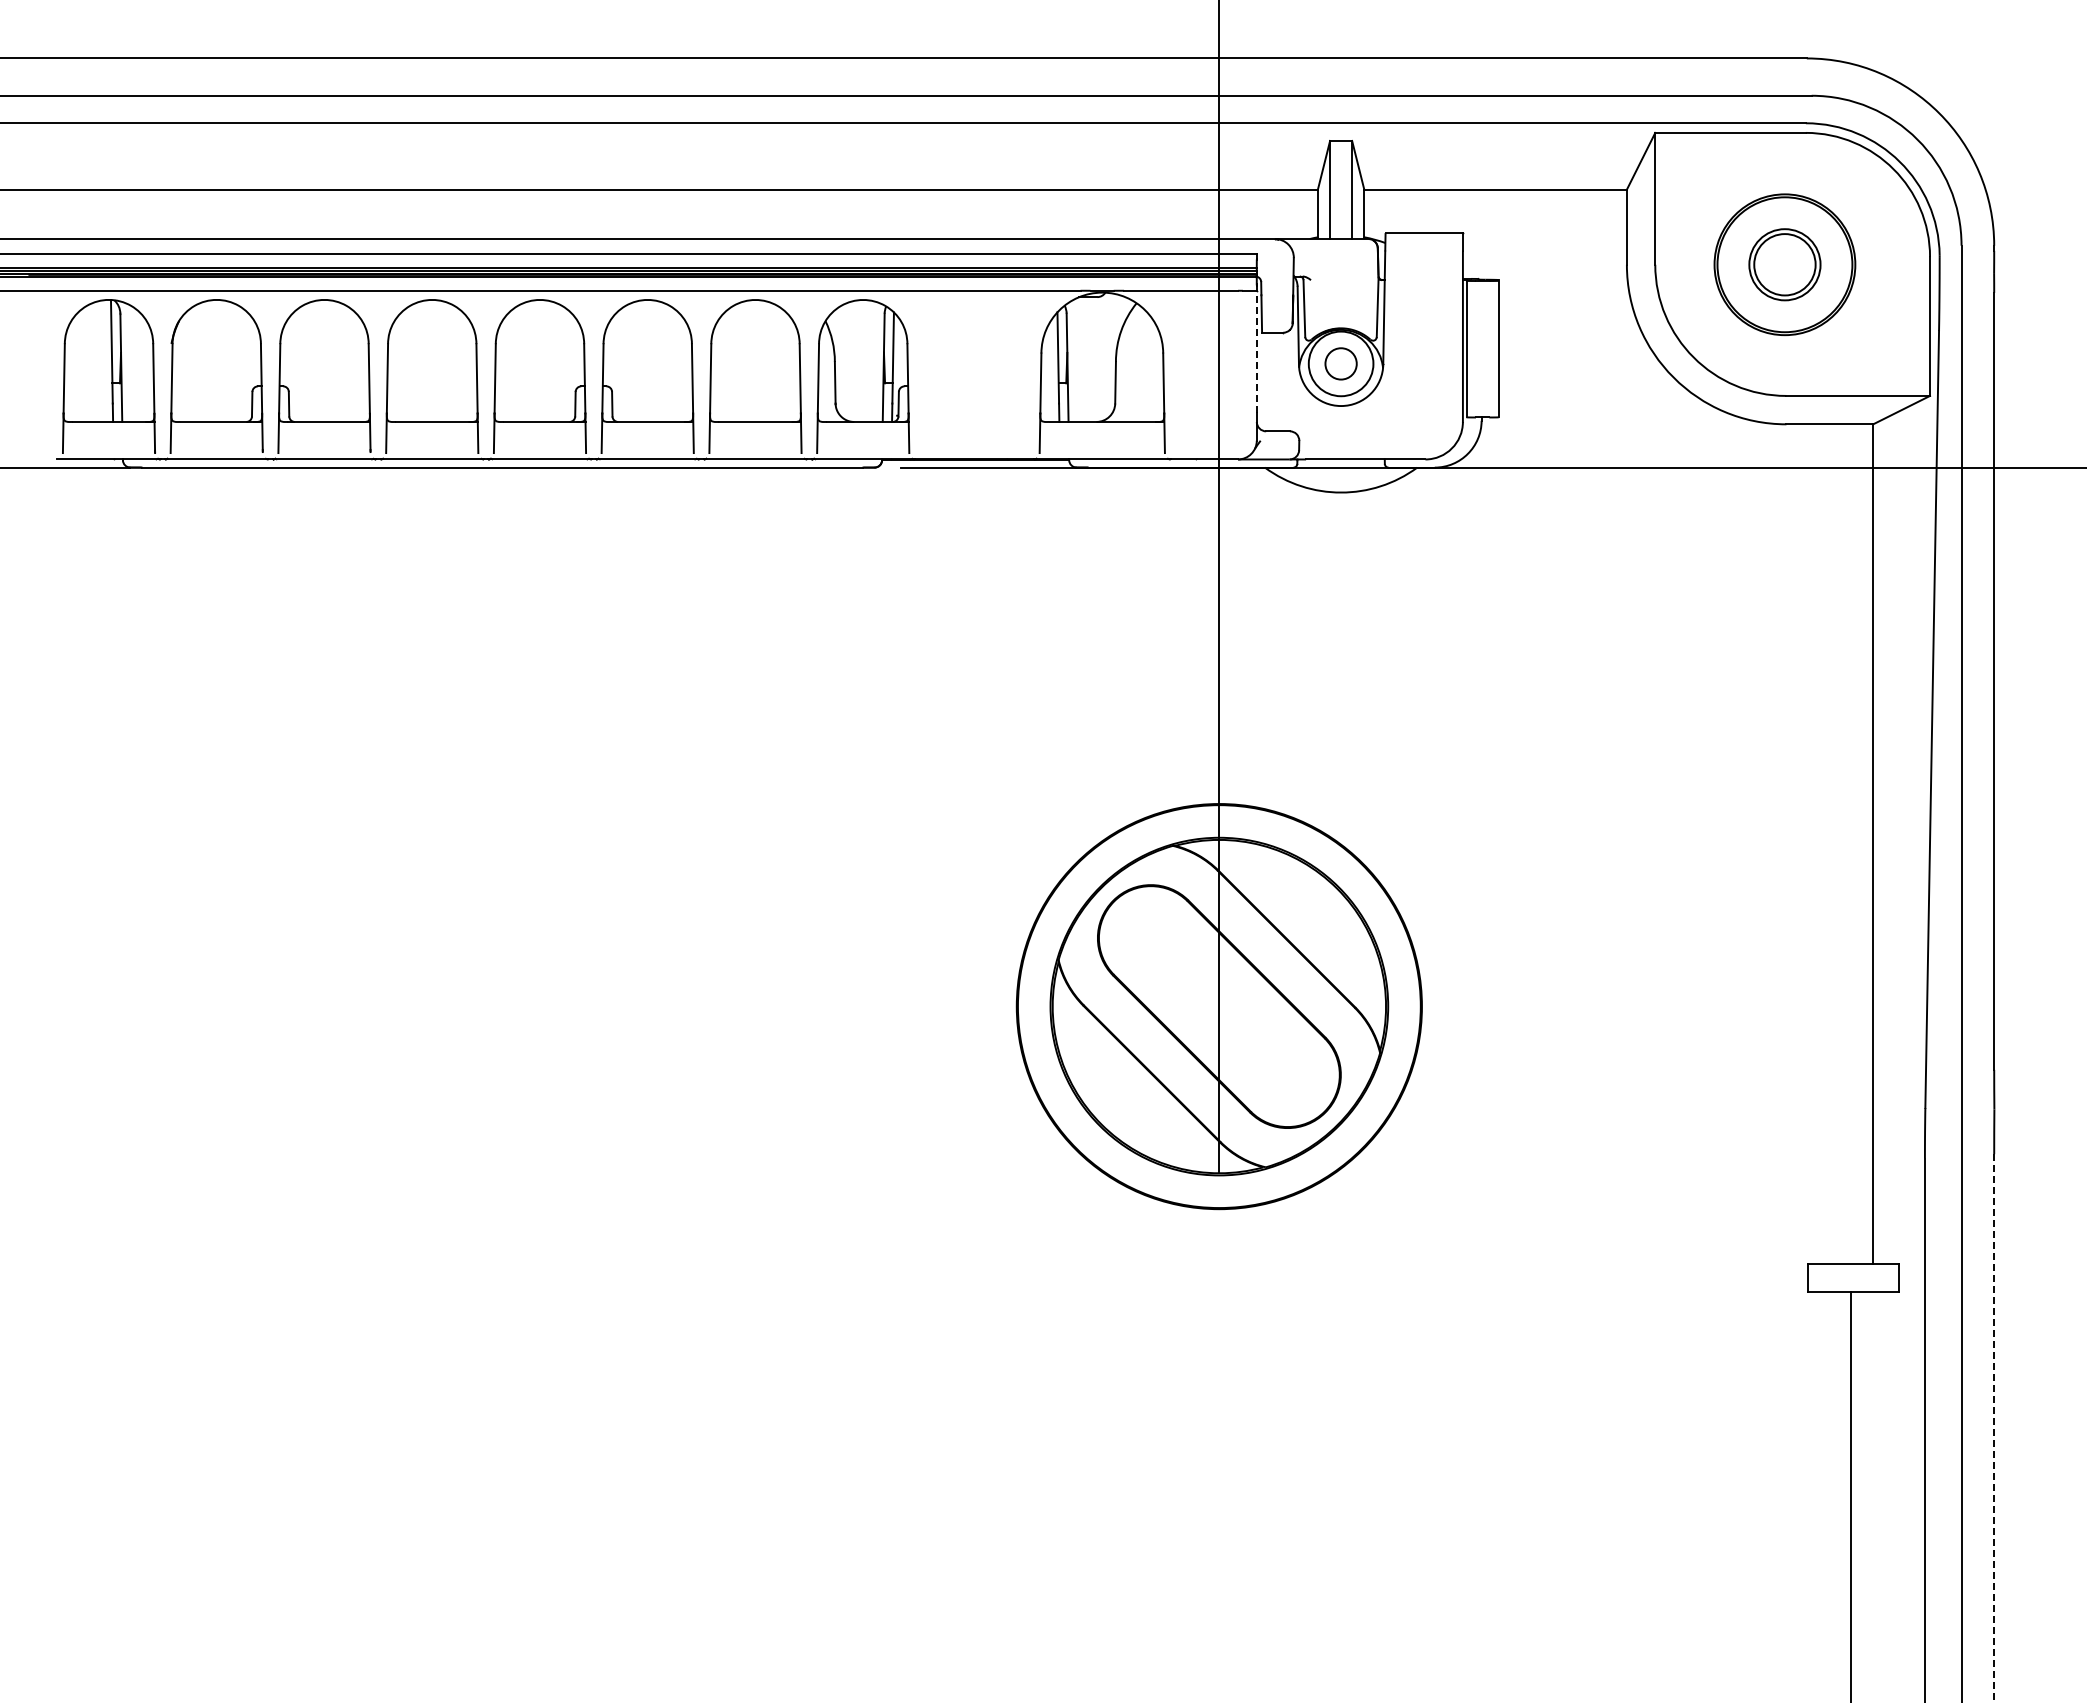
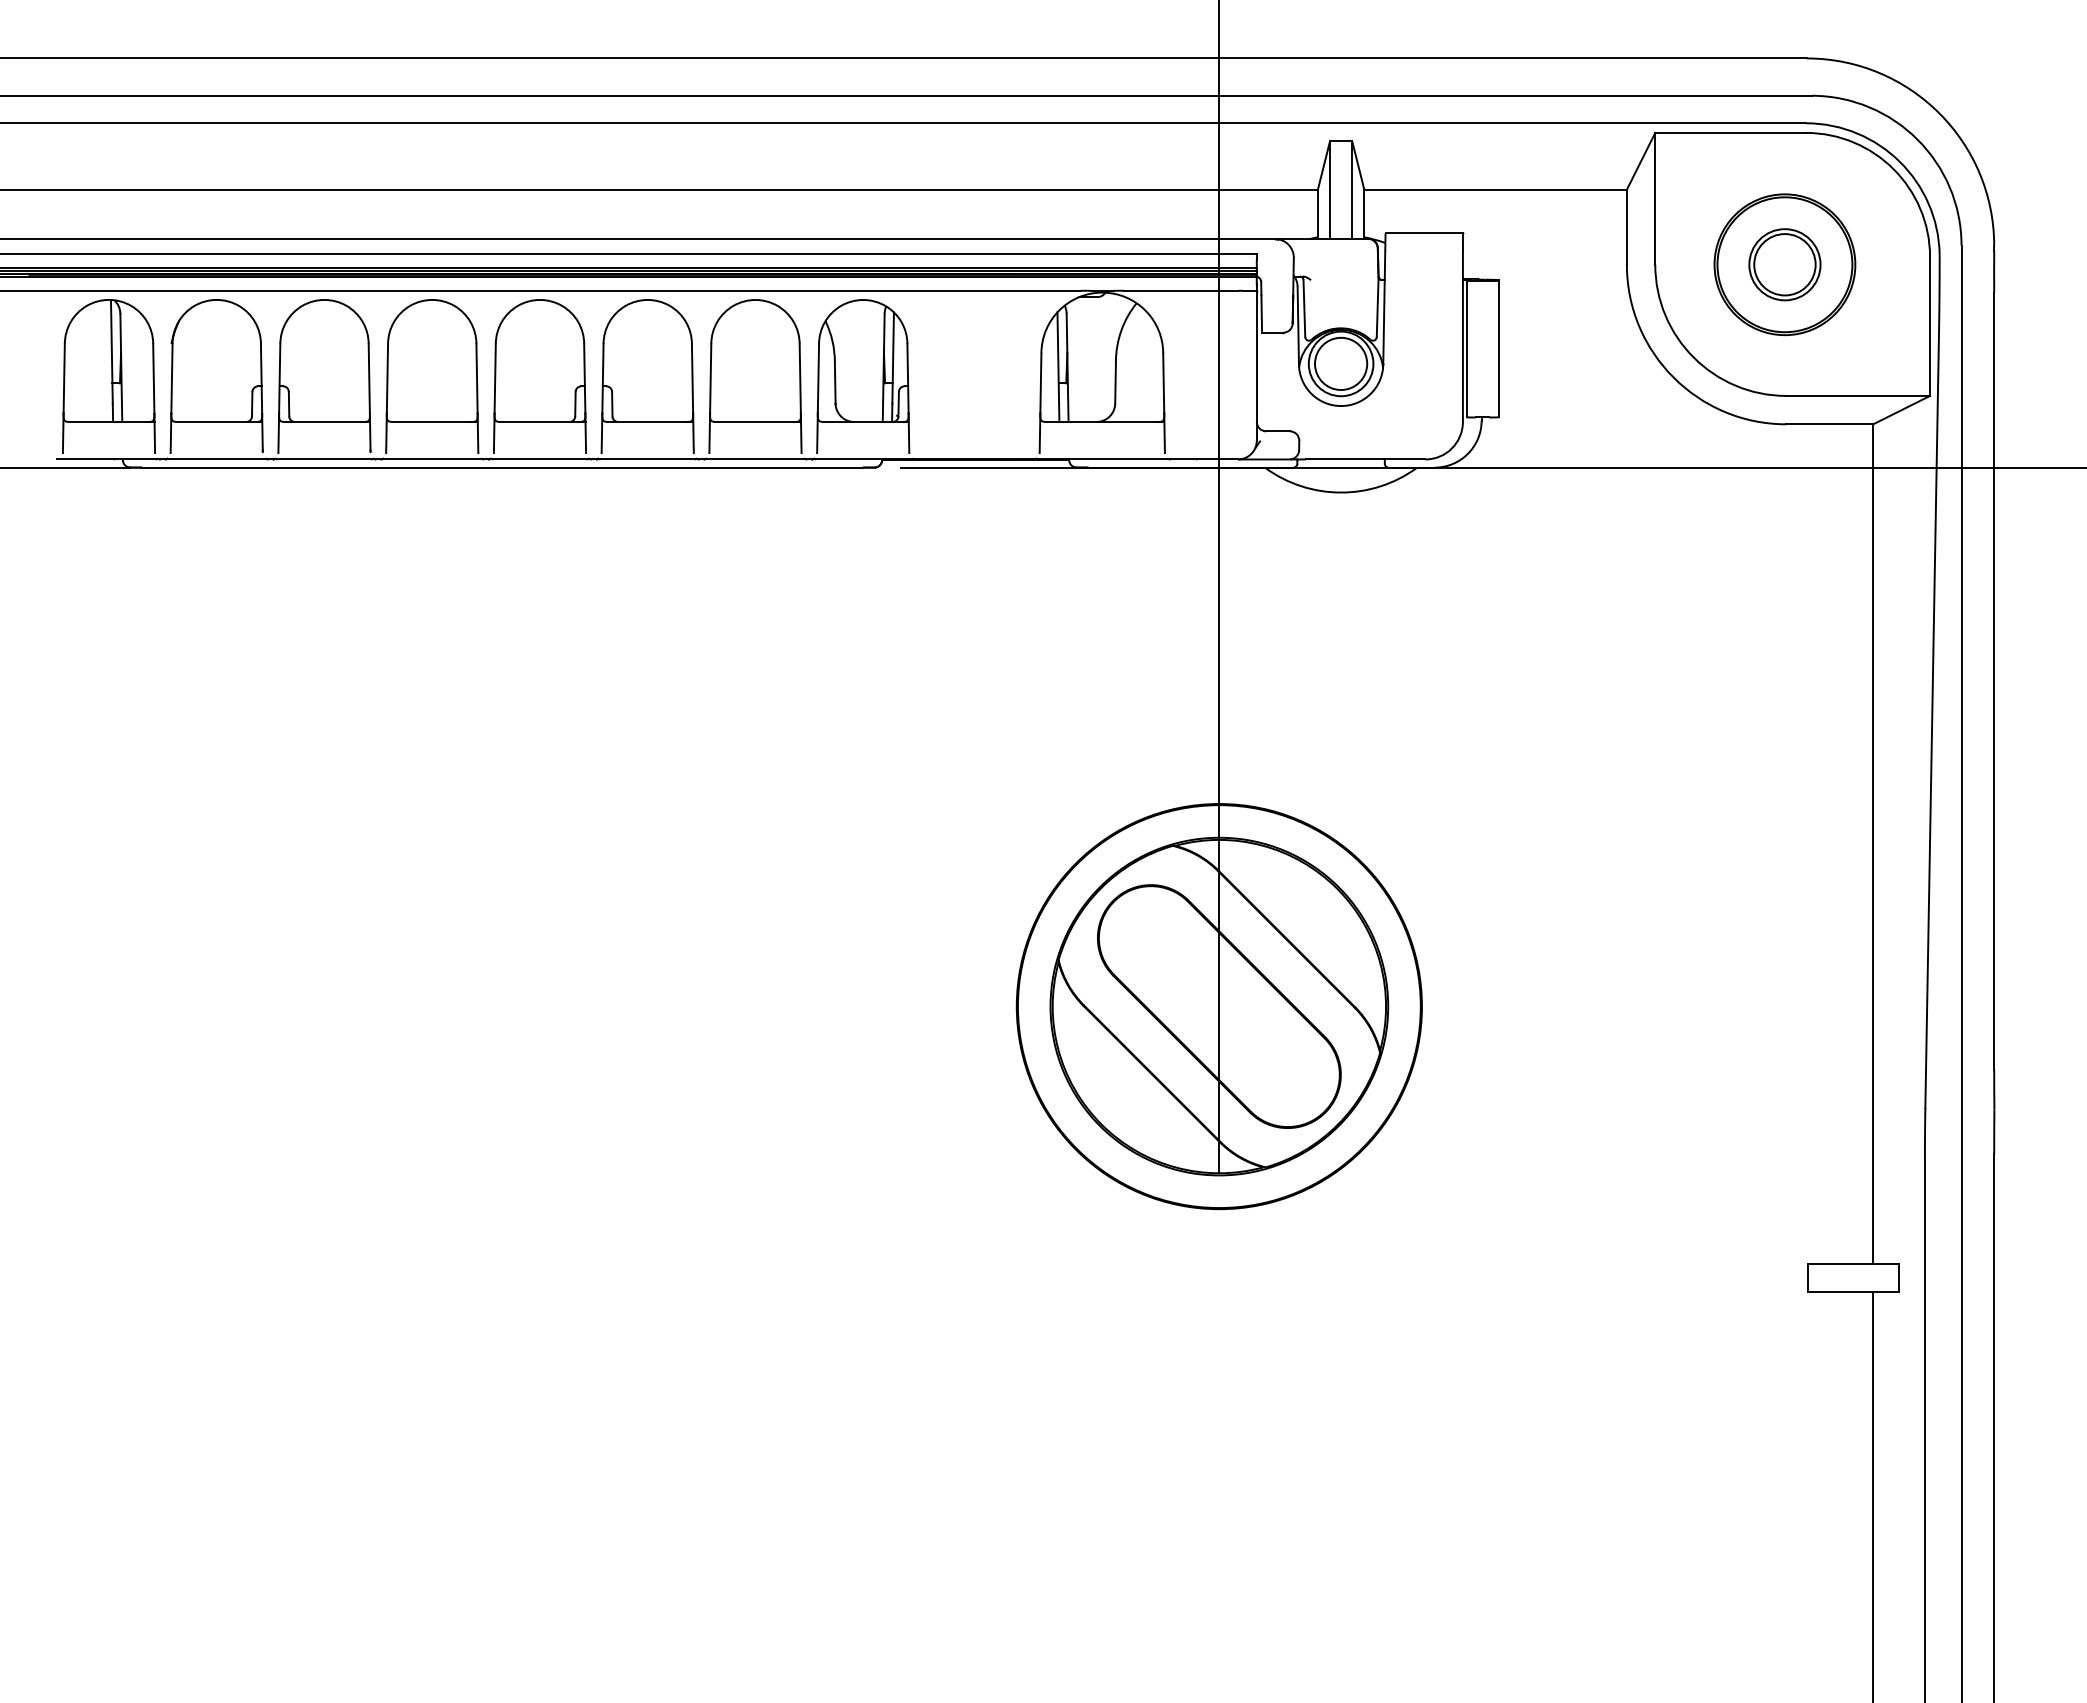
line at (1256, 351): dashed -> solid
circle at (1340, 363) diameter: 31 px -> 52 px
line at (1994, 1428): dashed -> solid
line at (1851, 1495) position: (1851, 1495) -> (1873, 1495)
